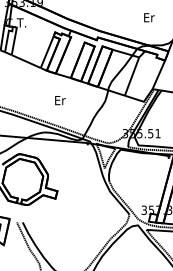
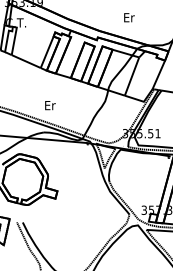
text at (149, 17) position: (149, 17) -> (129, 17)
text at (60, 100) position: (60, 100) -> (50, 105)
